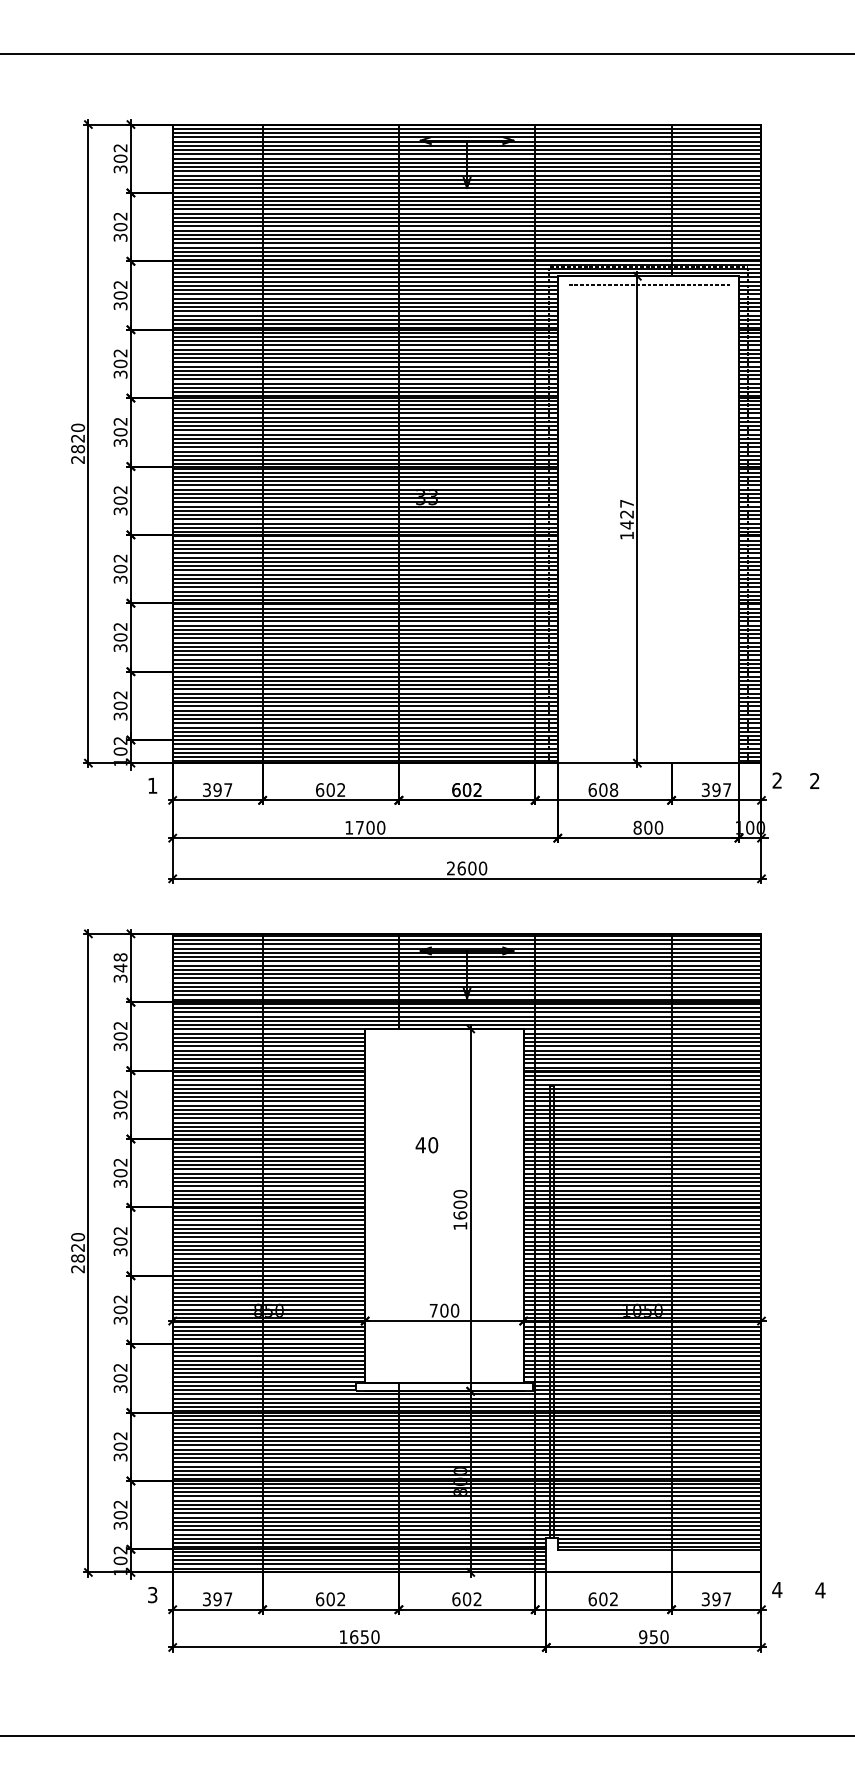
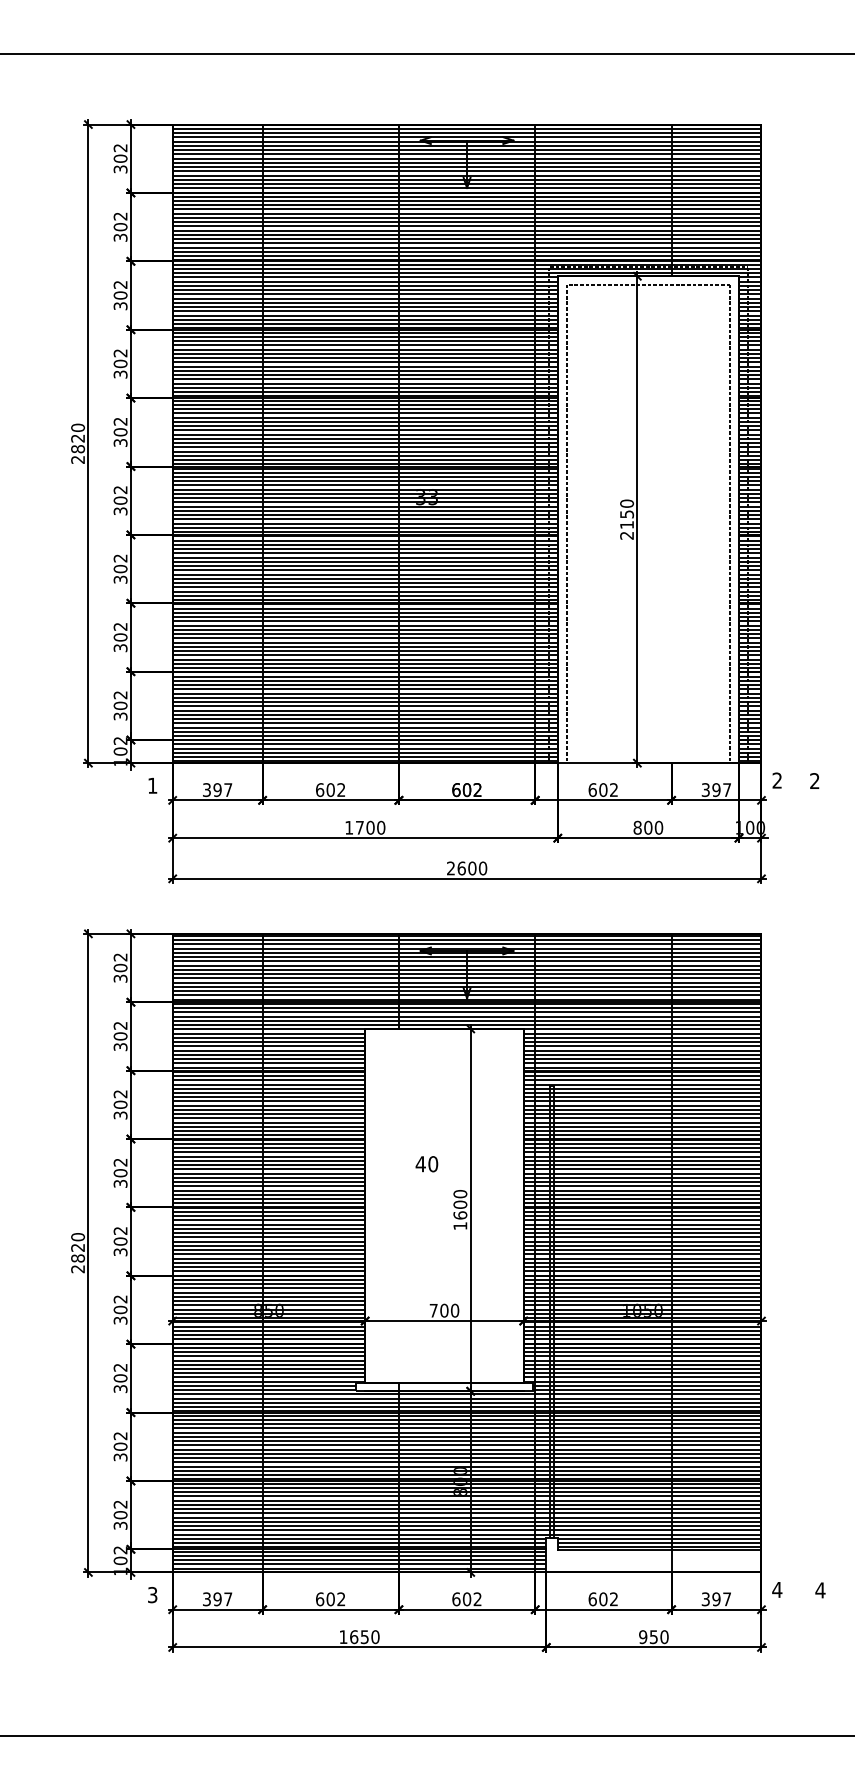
text at (627, 519): 1427 -> 2150
line at (566, 524): none -> present
line at (729, 524): none -> present
text at (614, 789): 608 -> 602
text at (120, 962): 348 -> 302
text at (426, 1145) position: (426, 1145) -> (426, 1164)
